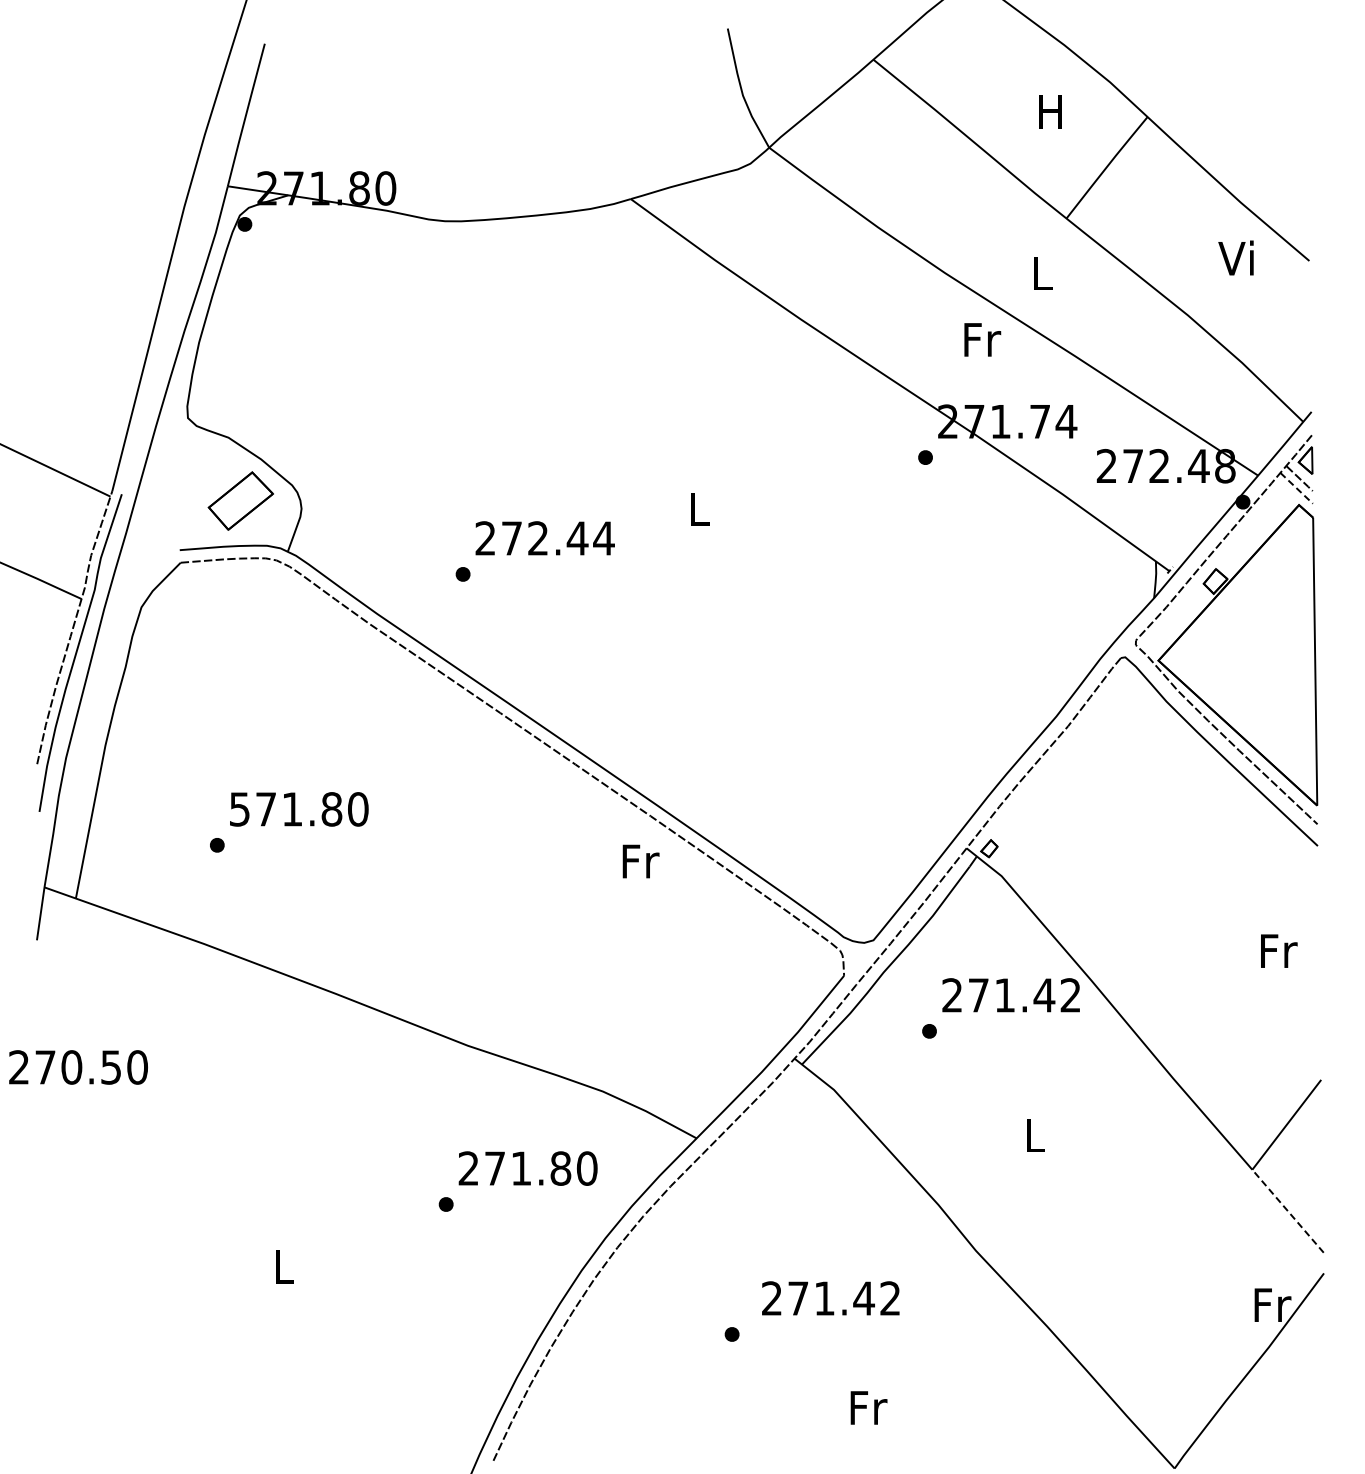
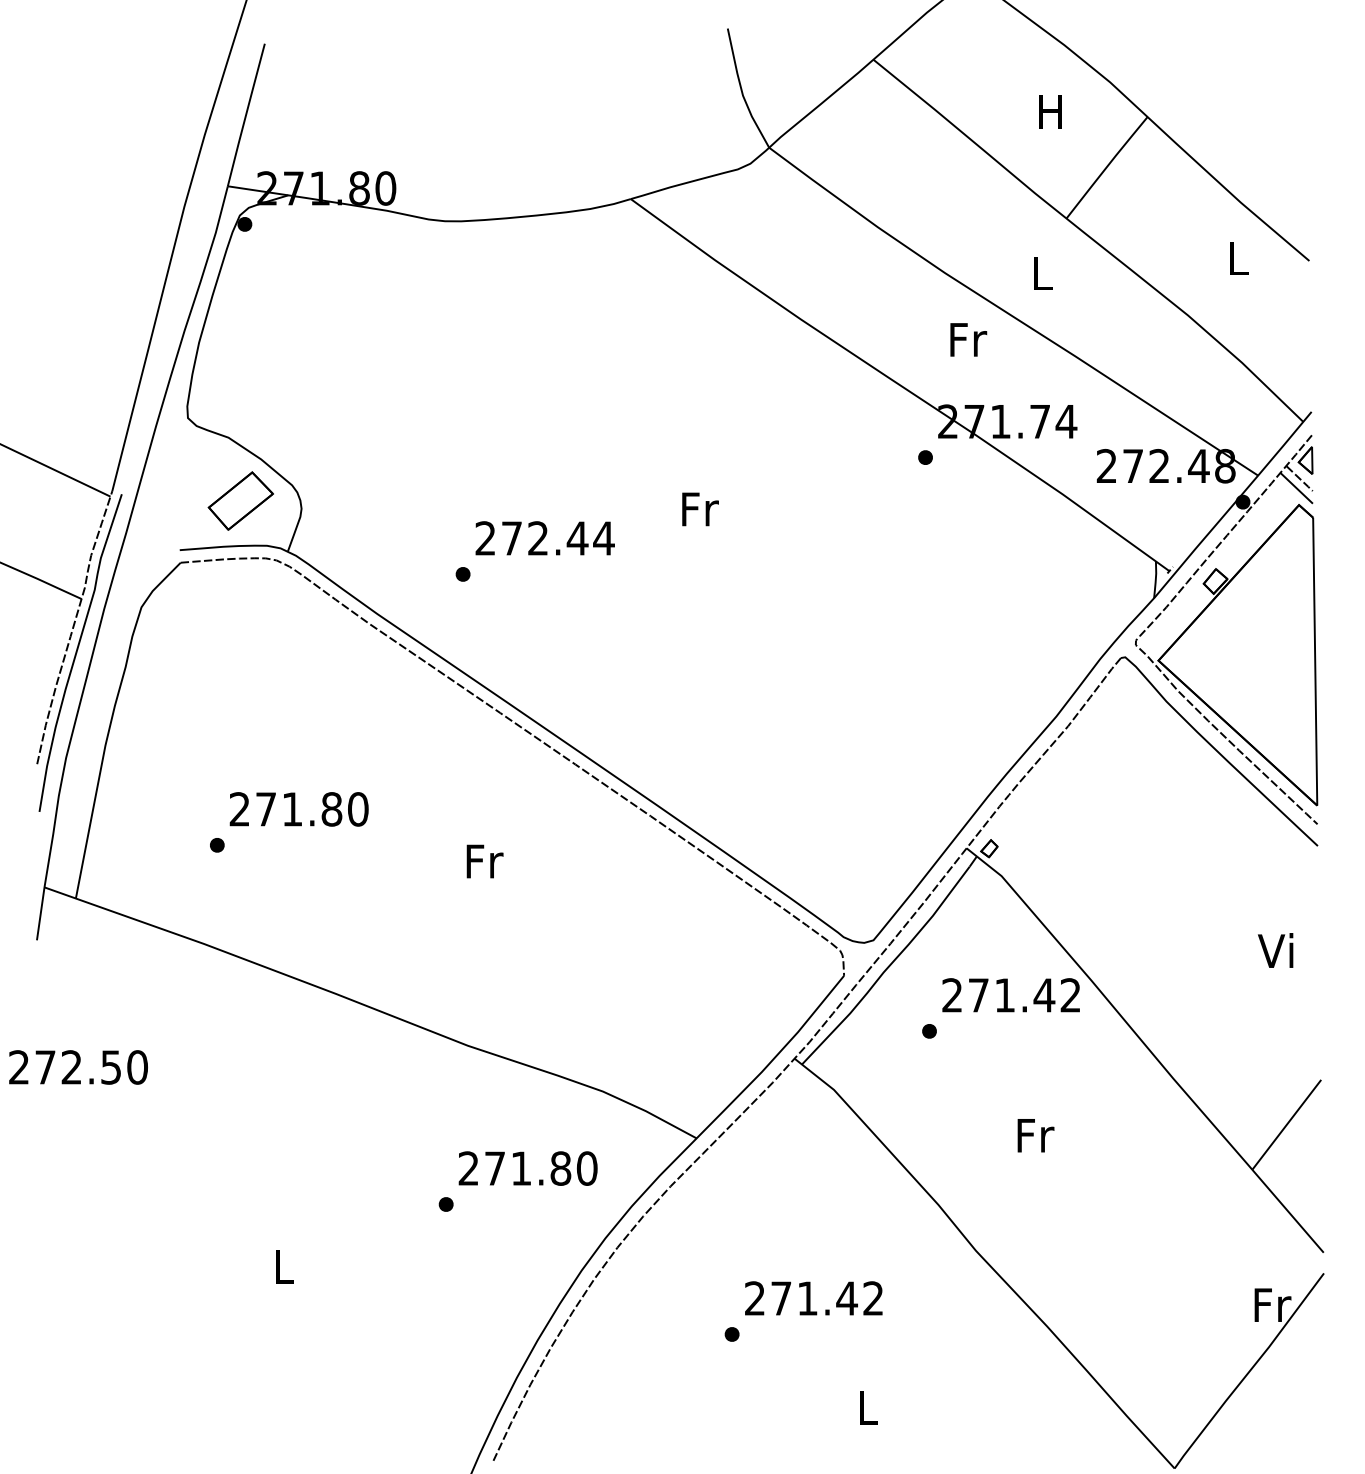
text at (1235, 257): Vi -> L
text at (982, 339) position: (982, 339) -> (968, 339)
line at (1297, 489): dashed -> solid
text at (700, 509): L -> Fr
text at (239, 809): 571.80 -> 271.80
text at (640, 861) position: (640, 861) -> (484, 861)
text at (1277, 950): Fr -> Vi
text at (71, 1067): 270.50 -> 272.50
text at (1035, 1135): L -> Fr
line at (1288, 1211): dashed -> solid
text at (830, 1298) position: (830, 1298) -> (813, 1298)
text at (868, 1407): Fr -> L
